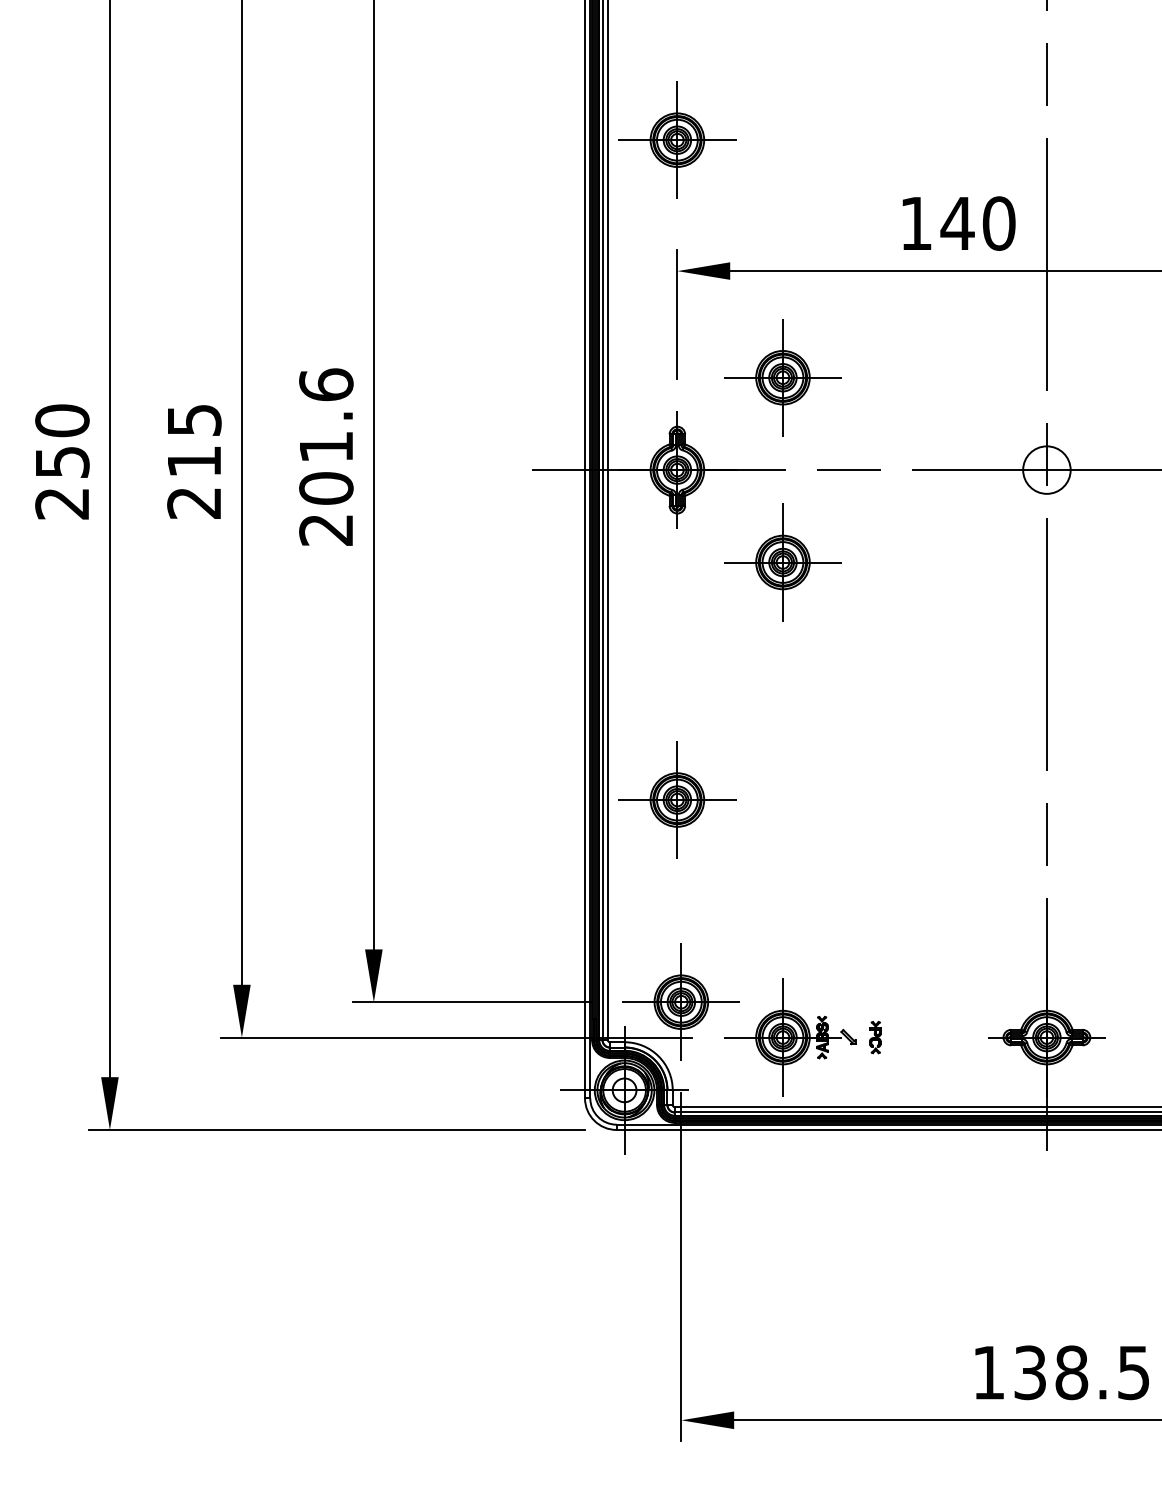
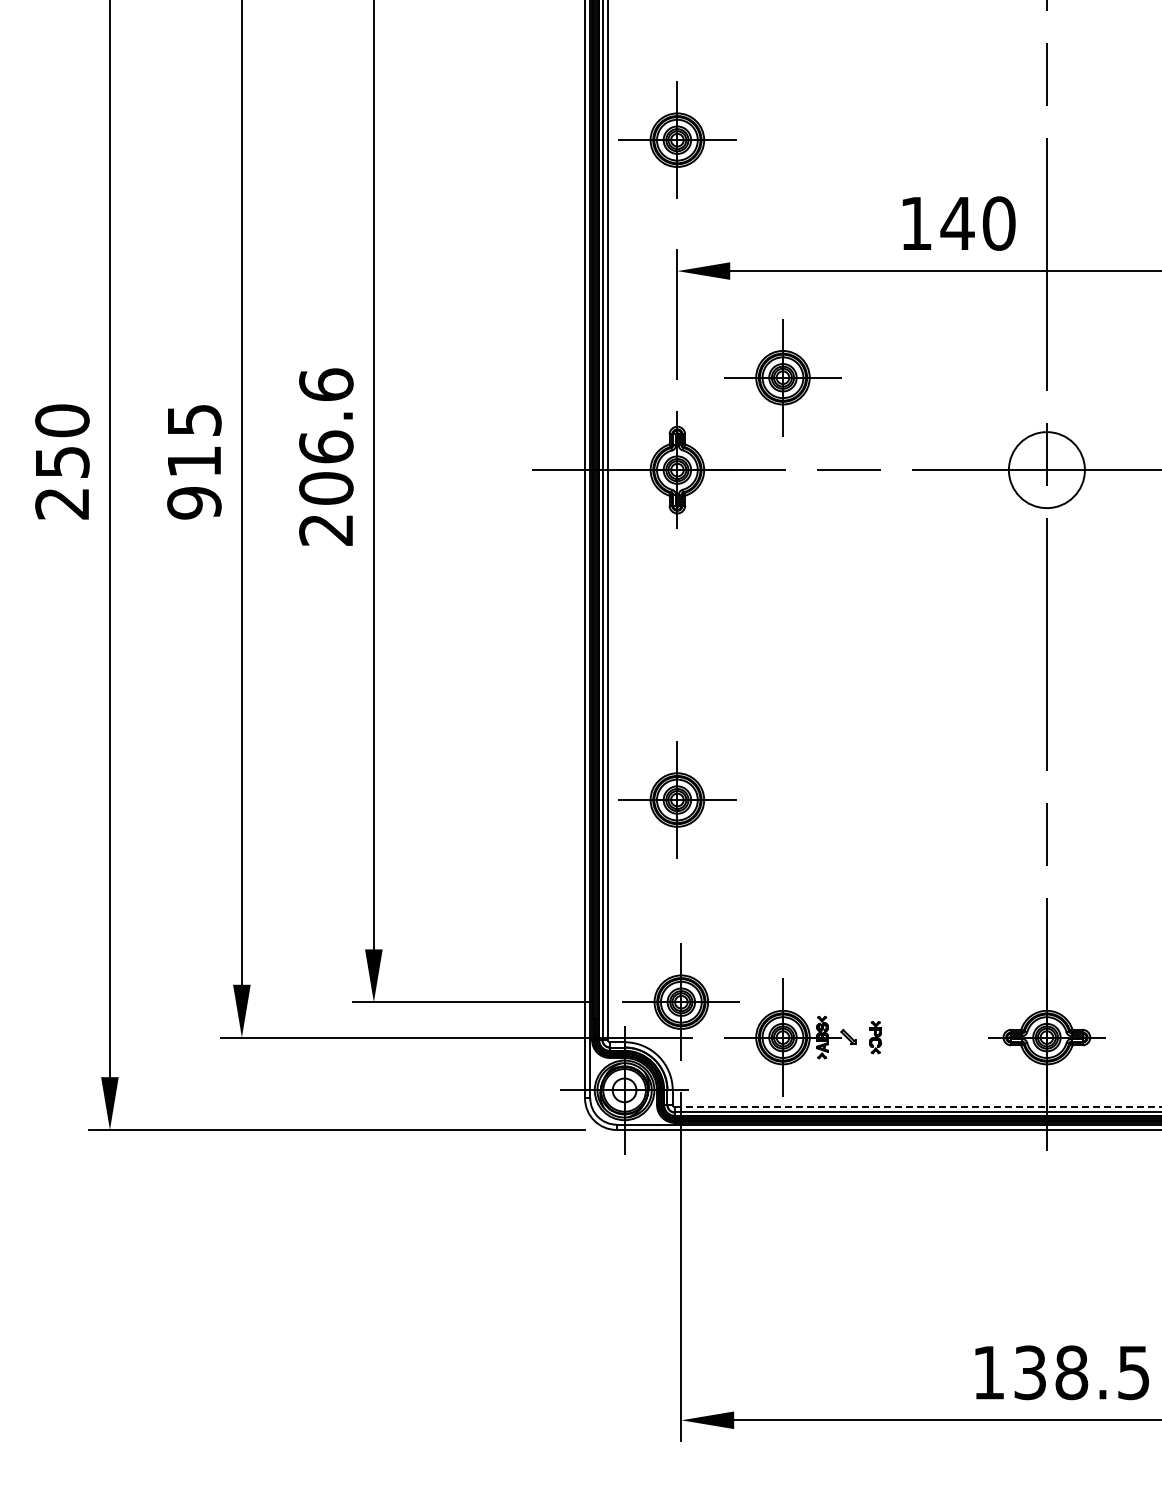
text at (326, 446): 201.6 -> 206.6
circle at (1046, 469) diameter: 48 px -> 76 px
text at (194, 503): 215 -> 915
part at (782, 562): present -> none
line at (918, 1107): solid -> dashed
